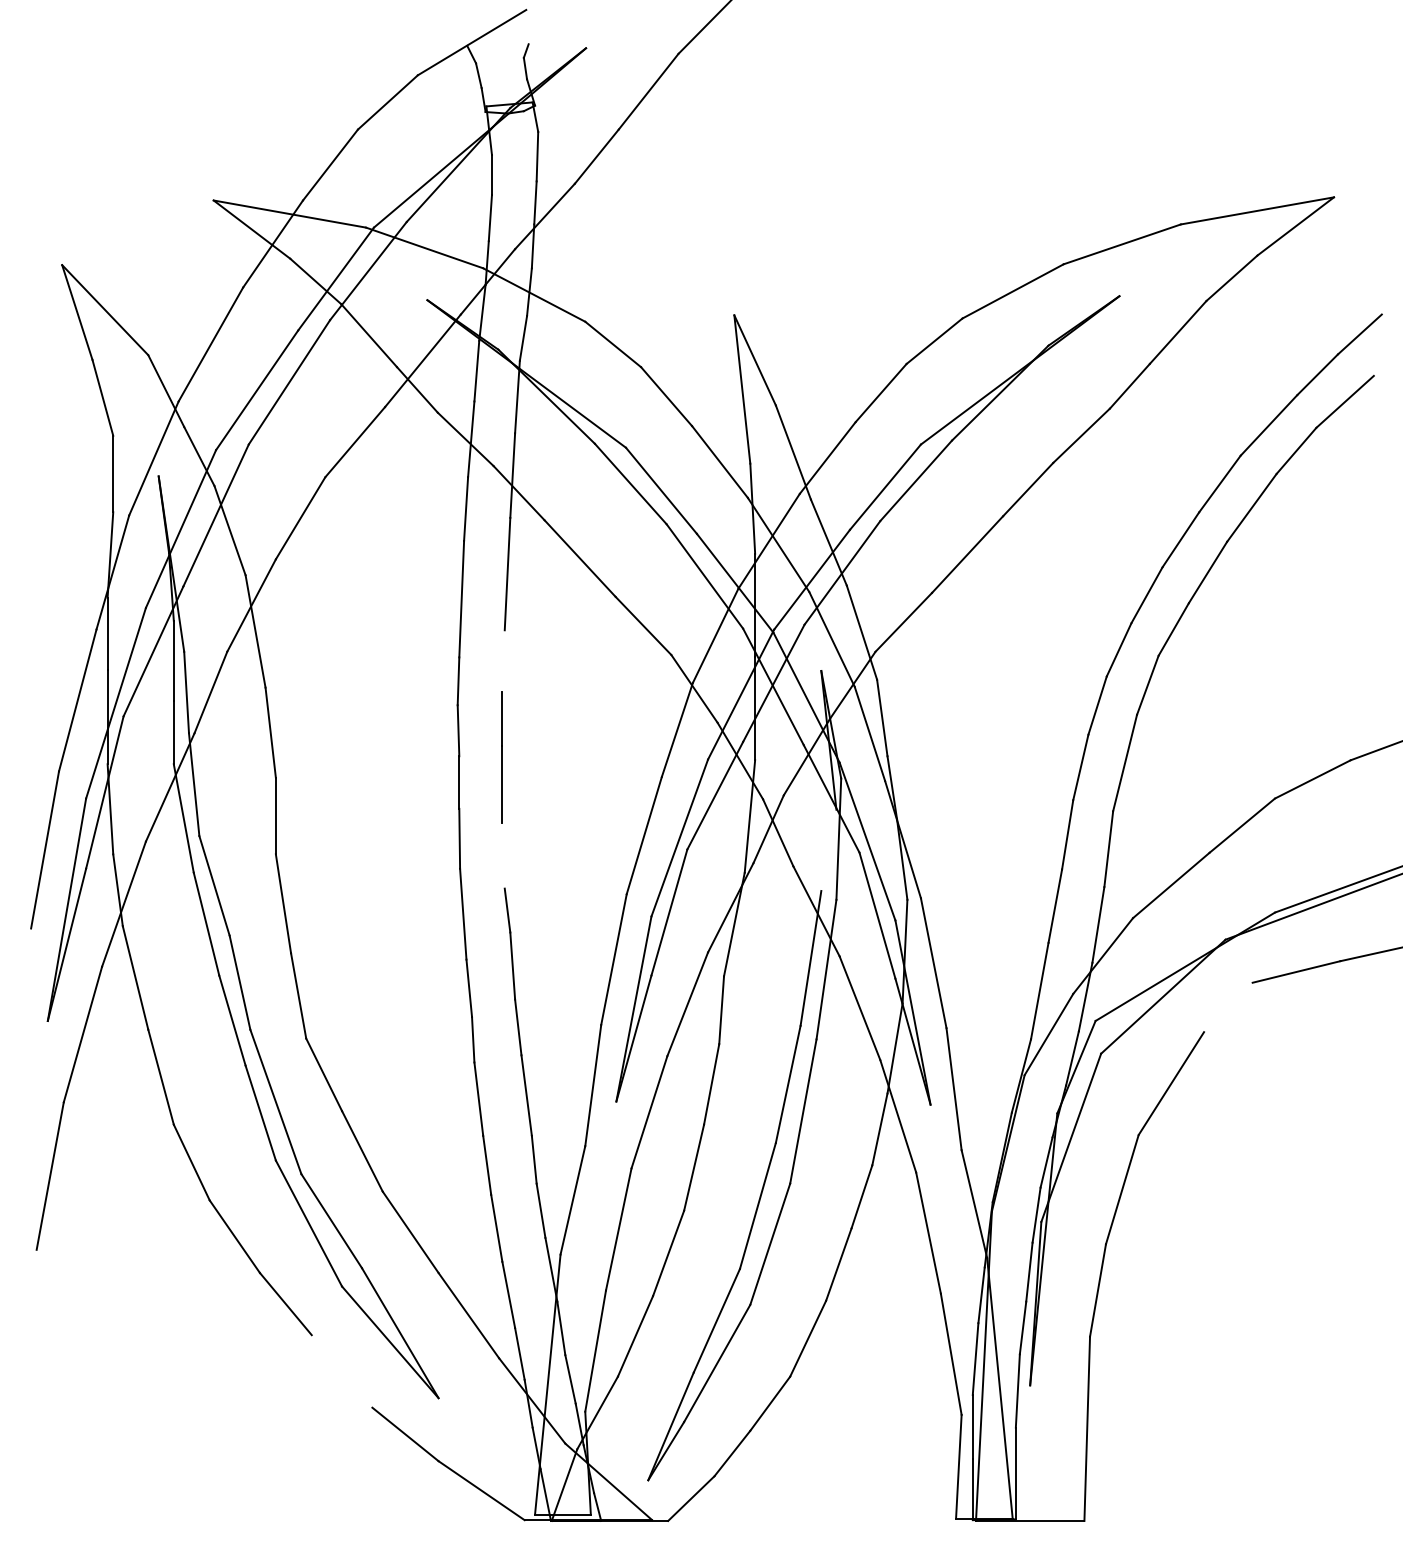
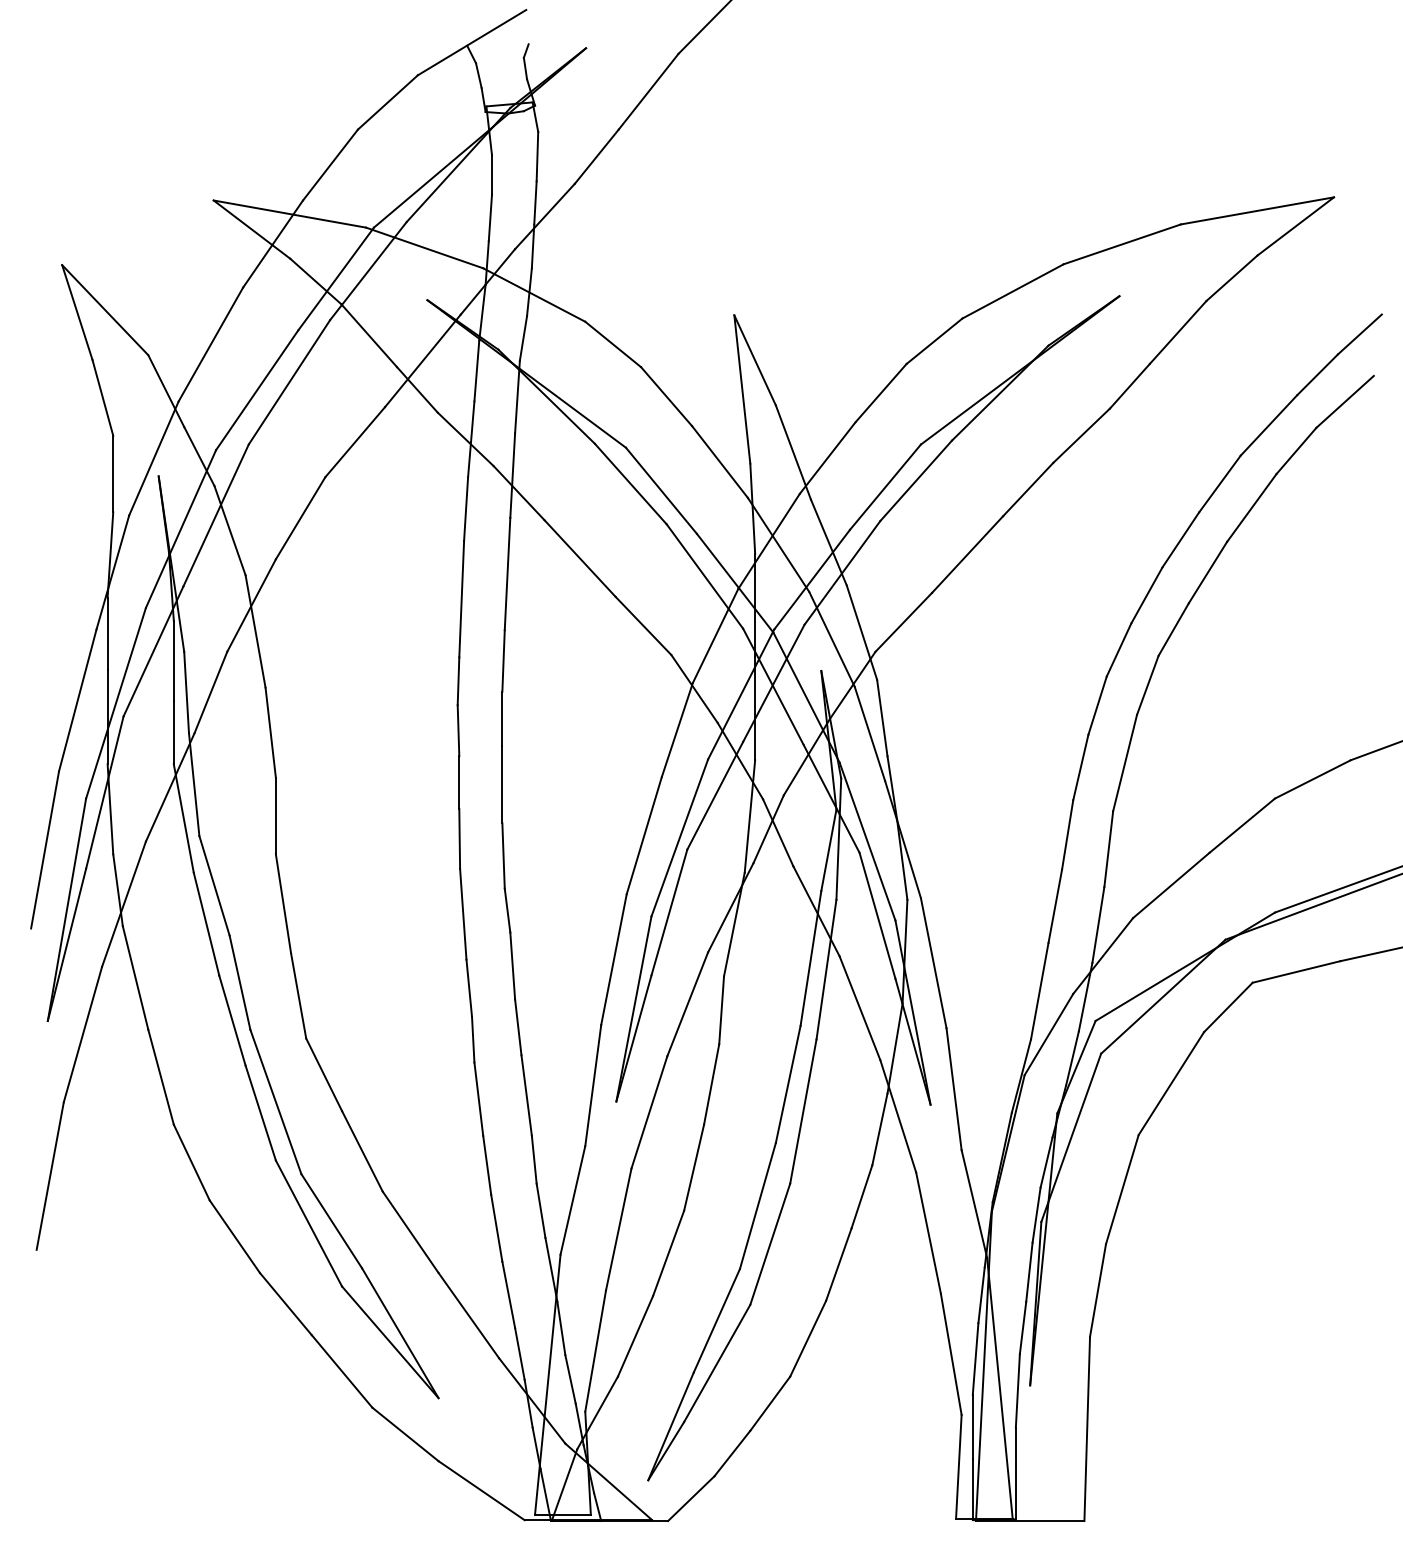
line at (503, 660): none -> present
line at (828, 850): none -> present
line at (503, 855): none -> present
line at (1228, 1007): none -> present
line at (341, 1371): none -> present
